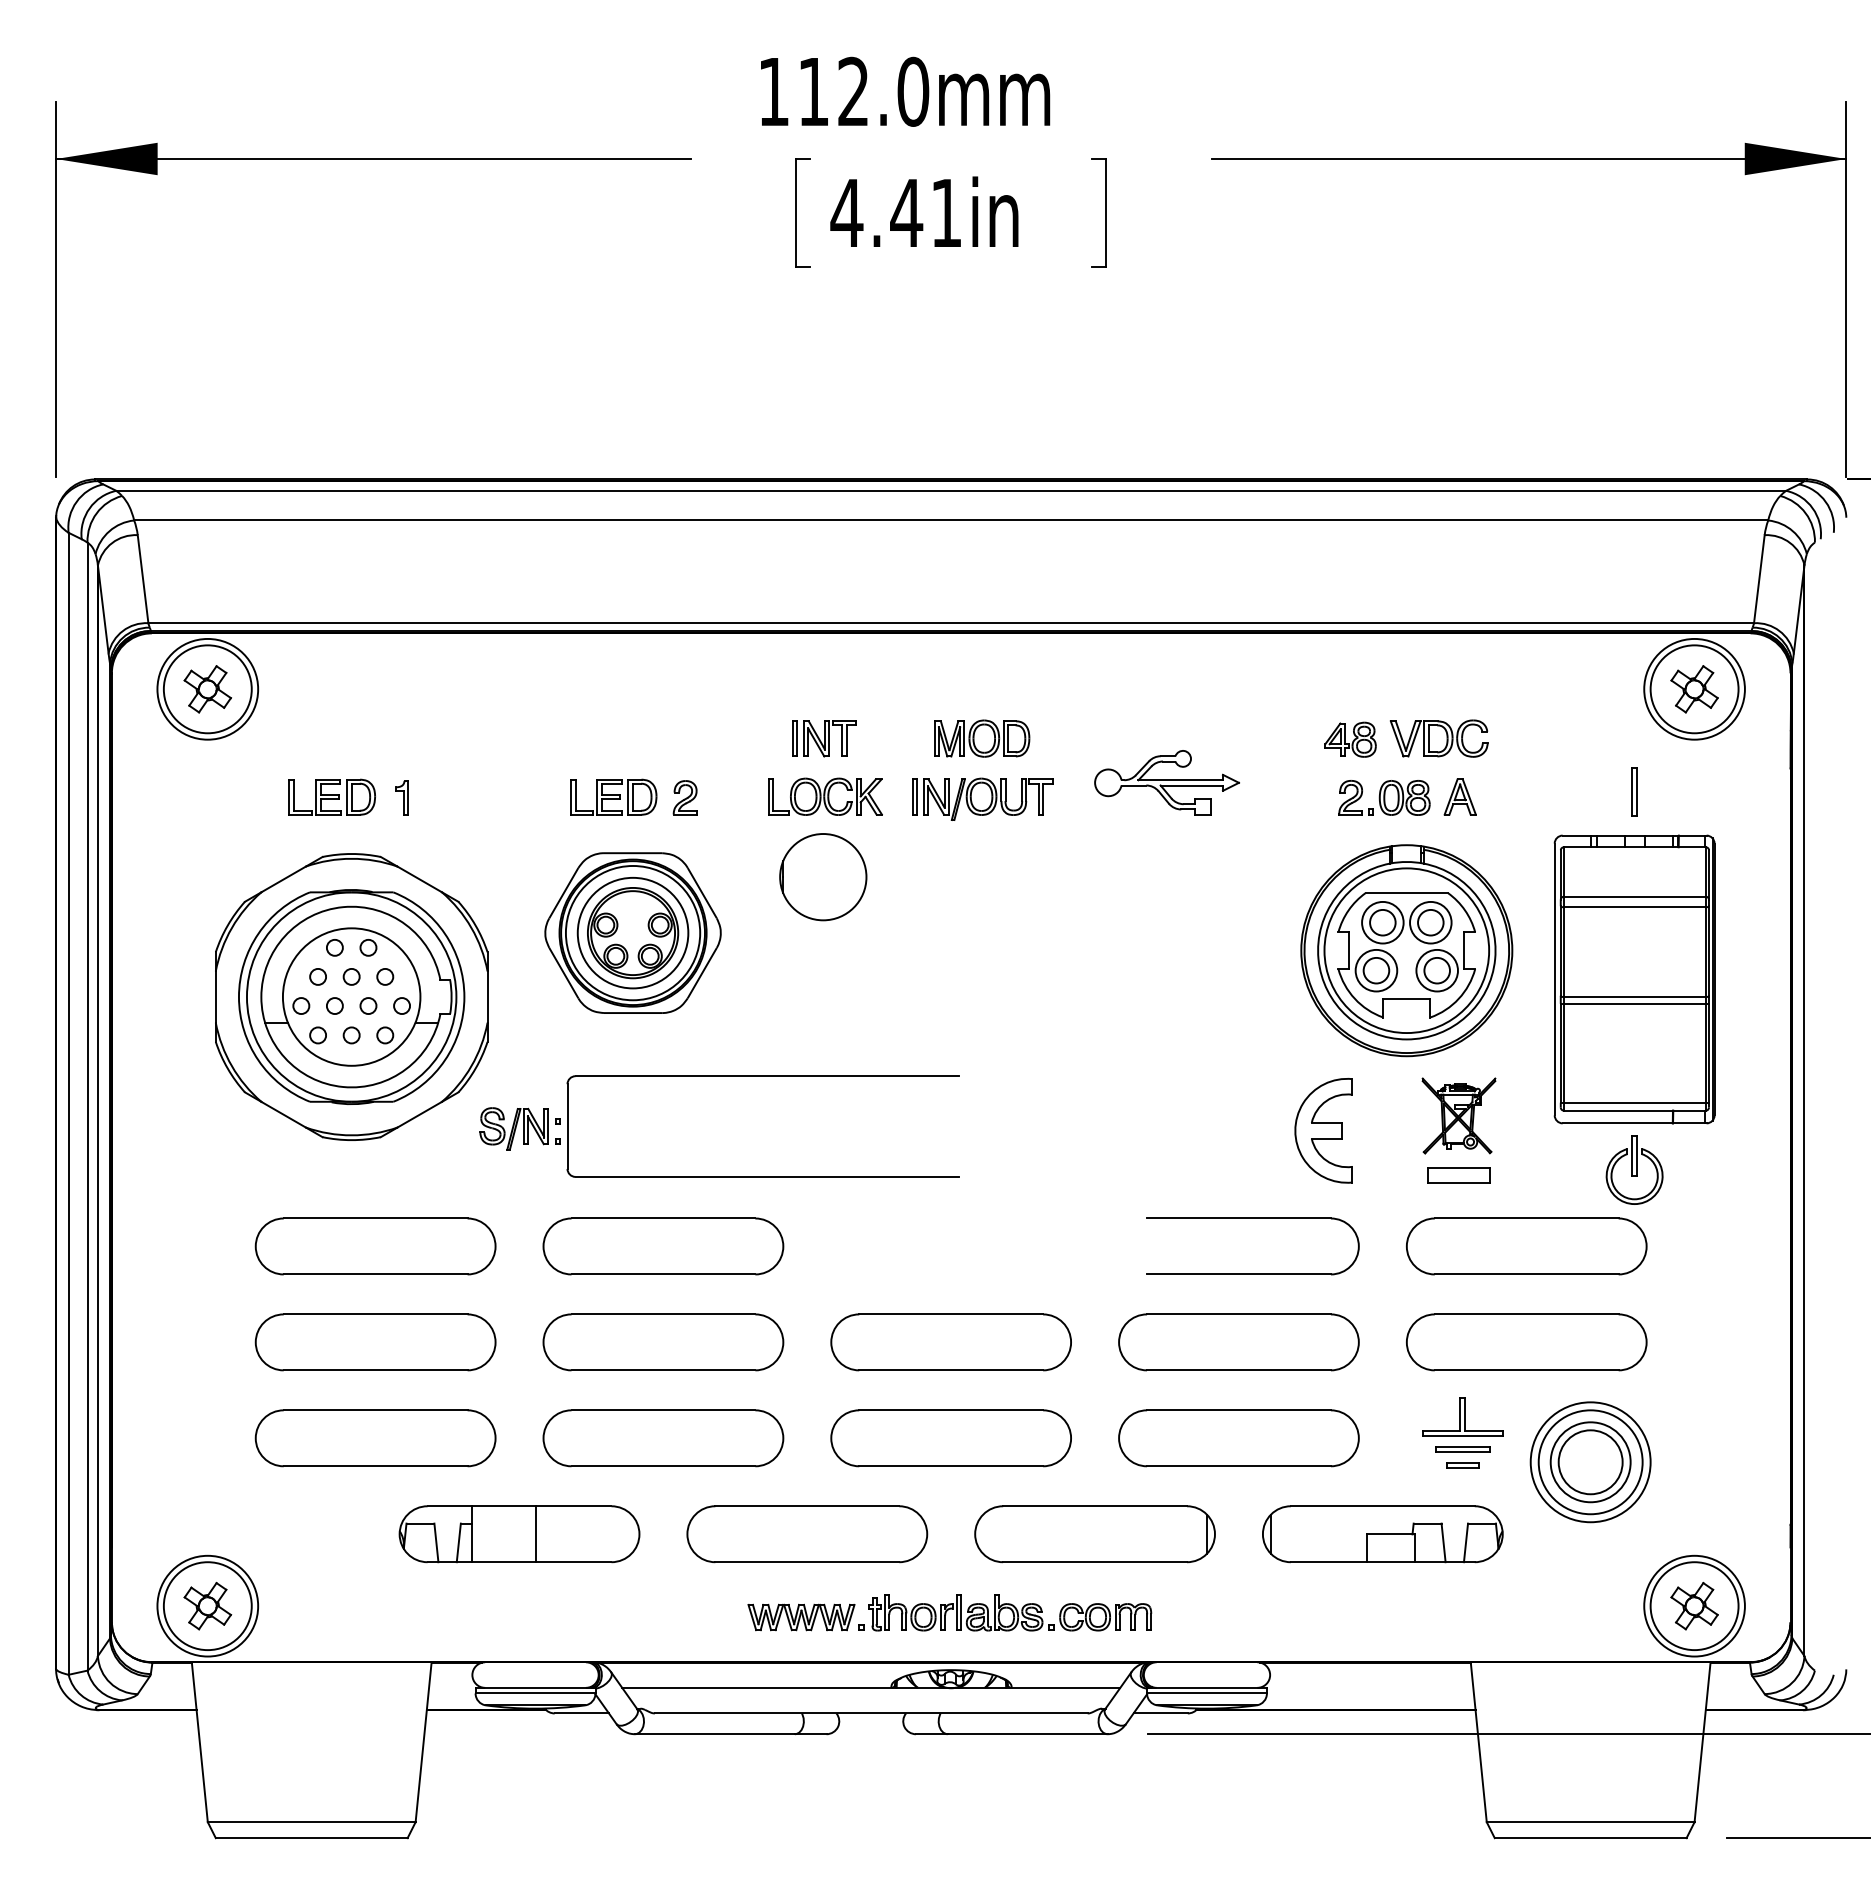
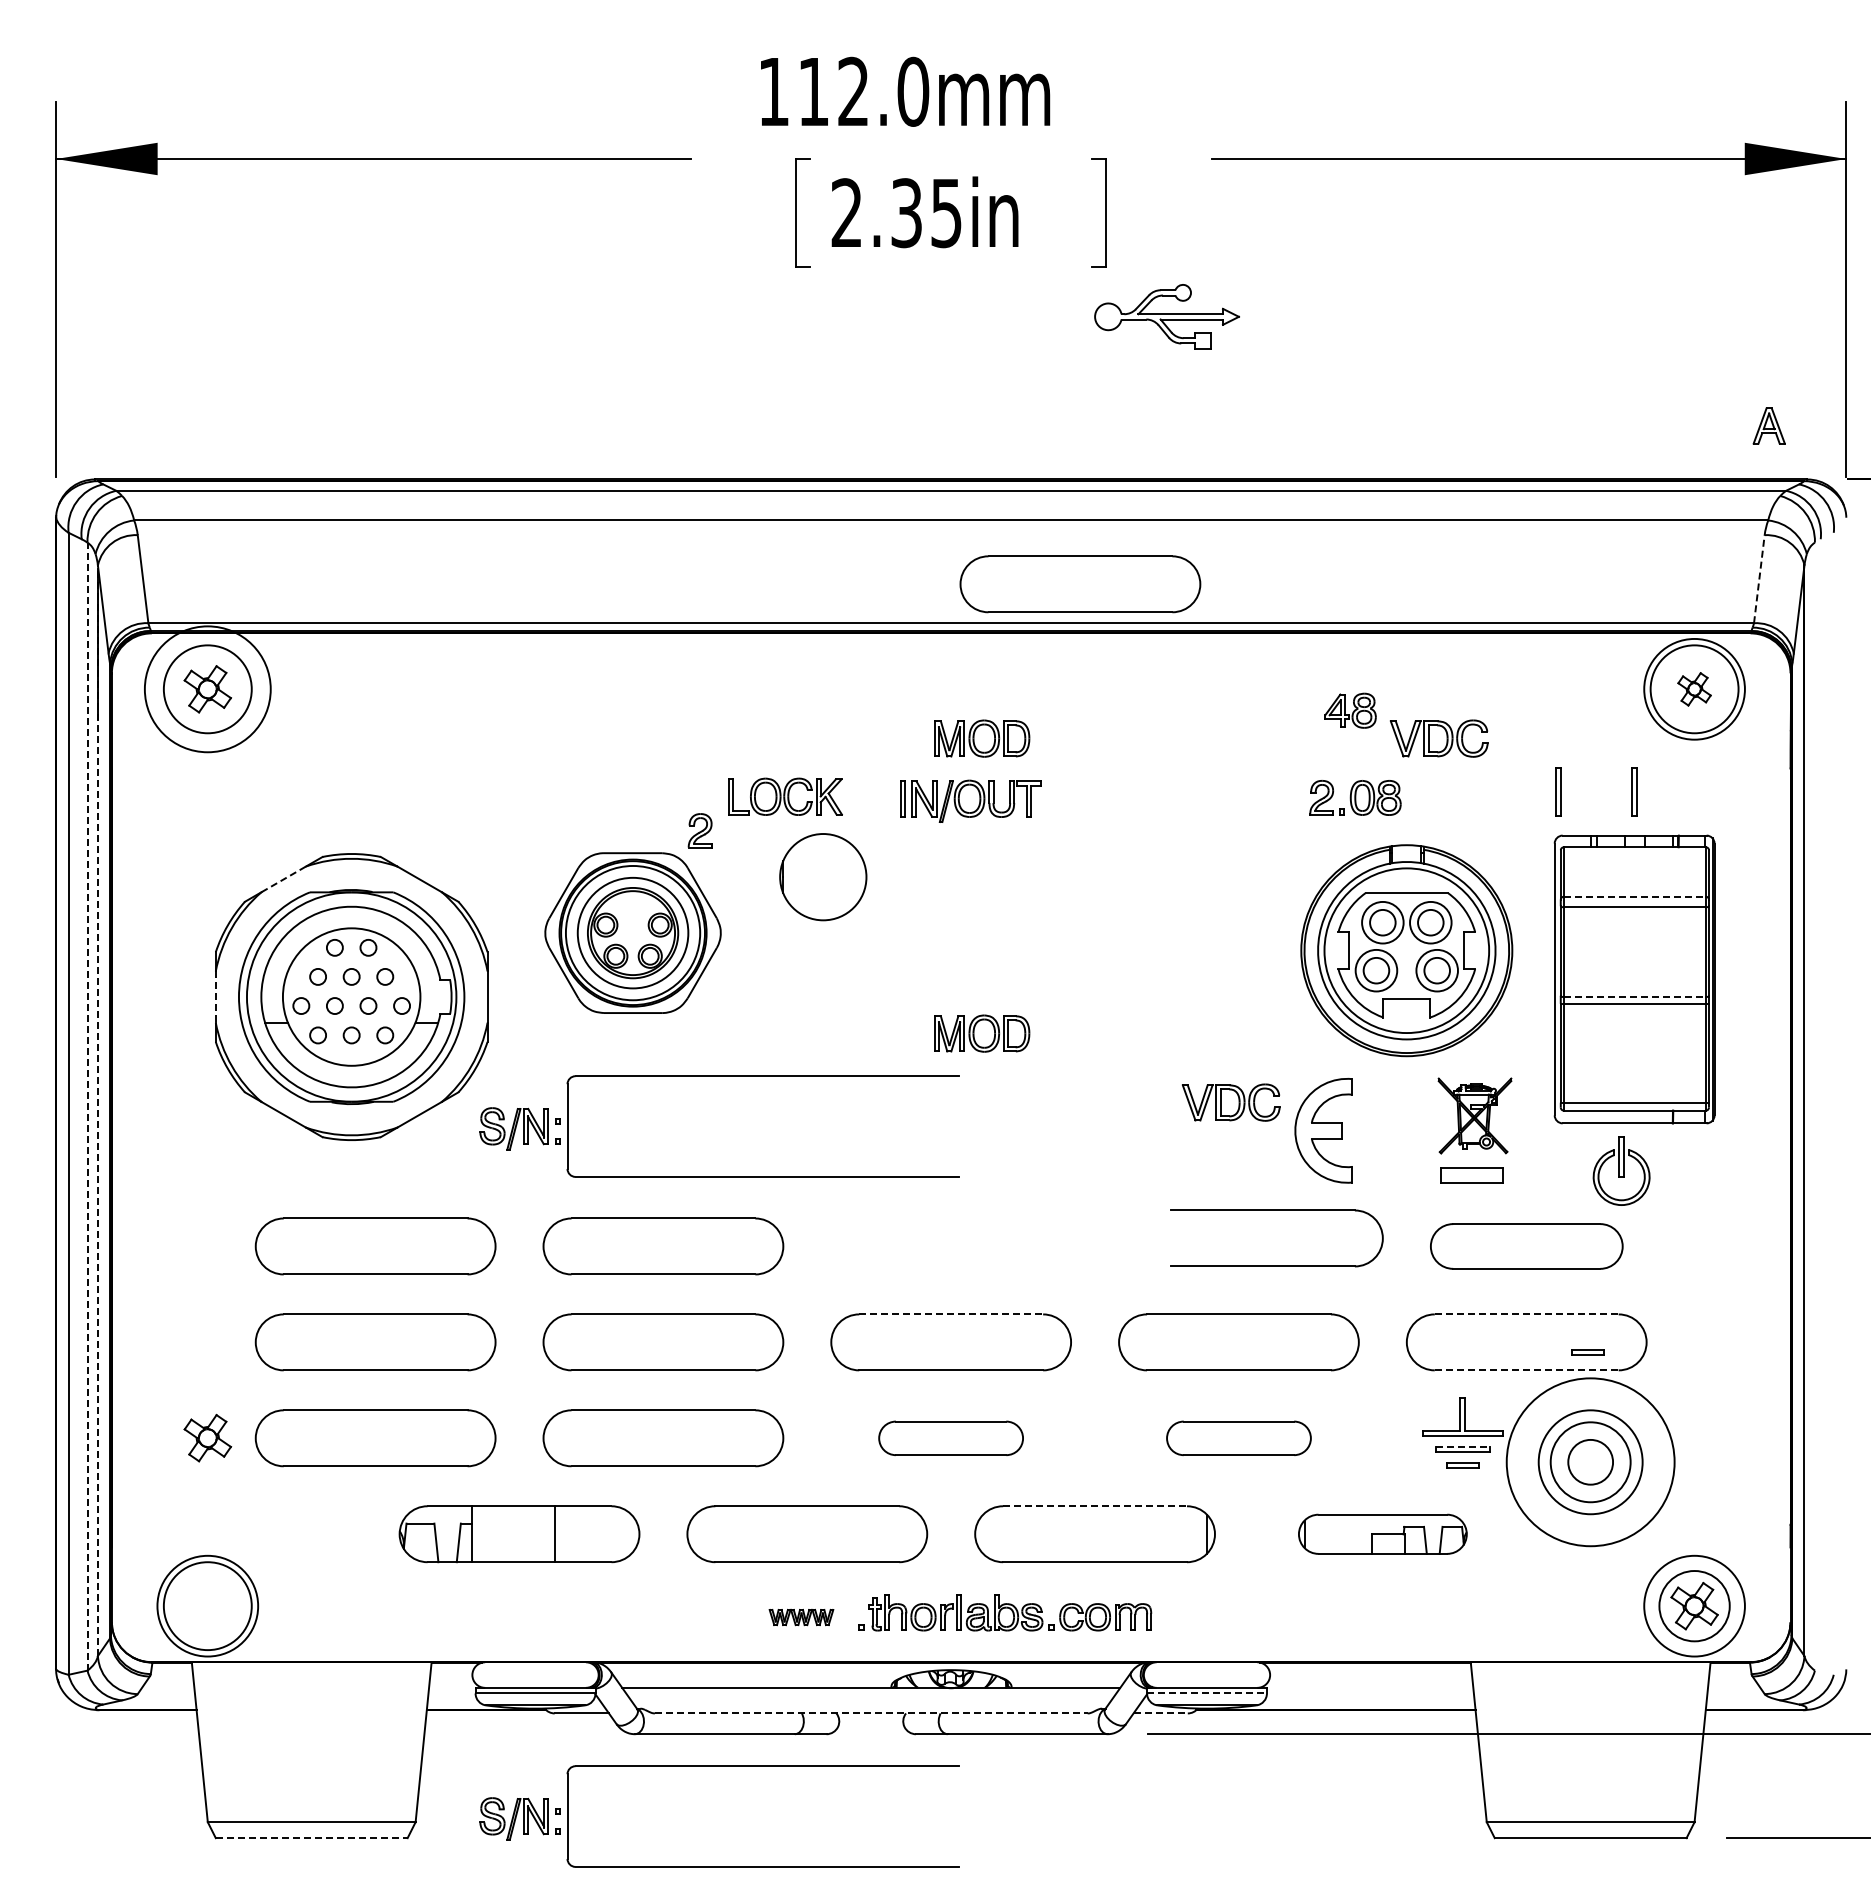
text at (895, 213): 4.41in -> 2.35in
line at (1759, 578): solid -> dashed
part at (1080, 584): none -> present
circle at (207, 688) diameter: 101 px -> 126 px
part at (1694, 689) size: 49x49 px -> 35x35 px
part at (824, 738): present -> none
part at (1350, 739) position: (1350, 739) -> (1350, 710)
part at (1166, 782) position: (1166, 782) -> (1166, 316)
part at (1558, 791): none -> present
part at (331, 796): present -> none
part at (613, 796): present -> none
part at (825, 796) position: (825, 796) -> (785, 796)
part at (1459, 796) position: (1459, 796) -> (1768, 425)
part at (401, 797): present -> none
part at (684, 797) position: (684, 797) -> (699, 830)
part at (1384, 797) position: (1384, 797) -> (1355, 797)
part at (982, 798) position: (982, 798) -> (970, 800)
line at (283, 879): solid -> dashed
line at (1634, 896): solid -> dashed
line at (215, 997): solid -> dashed
line at (1634, 997): solid -> dashed
part at (982, 1033): none -> present
part at (1231, 1102): none -> present
line at (87, 1106): solid -> dashed
line at (97, 1110): solid -> dashed
part at (1458, 1115) position: (1458, 1115) -> (1474, 1115)
part at (1634, 1169) position: (1634, 1169) -> (1621, 1170)
part at (1458, 1175) position: (1458, 1175) -> (1471, 1175)
part at (1526, 1246) size: 242x59 px -> 194x47 px
part at (1252, 1273) position: (1252, 1273) -> (1276, 1265)
line at (951, 1314): solid -> dashed
line at (1526, 1314): solid -> dashed
part at (1587, 1352): none -> present
line at (1526, 1370): solid -> dashed
part at (950, 1438) size: 242x59 px -> 146x36 px
part at (1238, 1438) size: 242x59 px -> 146x36 px
line at (1463, 1447): solid -> dashed
circle at (1590, 1462) diameter: 120 px -> 168 px
circle at (1590, 1462) diameter: 64 px -> 45 px
line at (1095, 1506): solid -> dashed
line at (535, 1534) position: (535, 1534) -> (554, 1534)
part at (1382, 1534) size: 242x59 px -> 170x42 px
part at (207, 1605) position: (207, 1605) -> (207, 1437)
circle at (1694, 1606) diameter: 88 px -> 70 px
part at (801, 1617) size: 109x29 px -> 67x19 px
line at (1206, 1693): solid -> dashed
line at (871, 1713): solid -> dashed
line at (1161, 1713): solid -> dashed
part at (719, 1766): none -> present
line at (311, 1838): solid -> dashed
